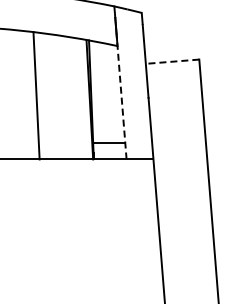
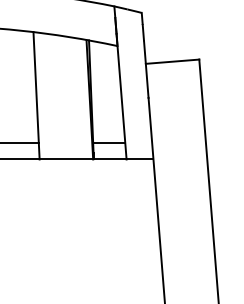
line at (172, 61): dashed -> solid
line at (121, 96): dashed -> solid
line at (20, 142): none -> present
